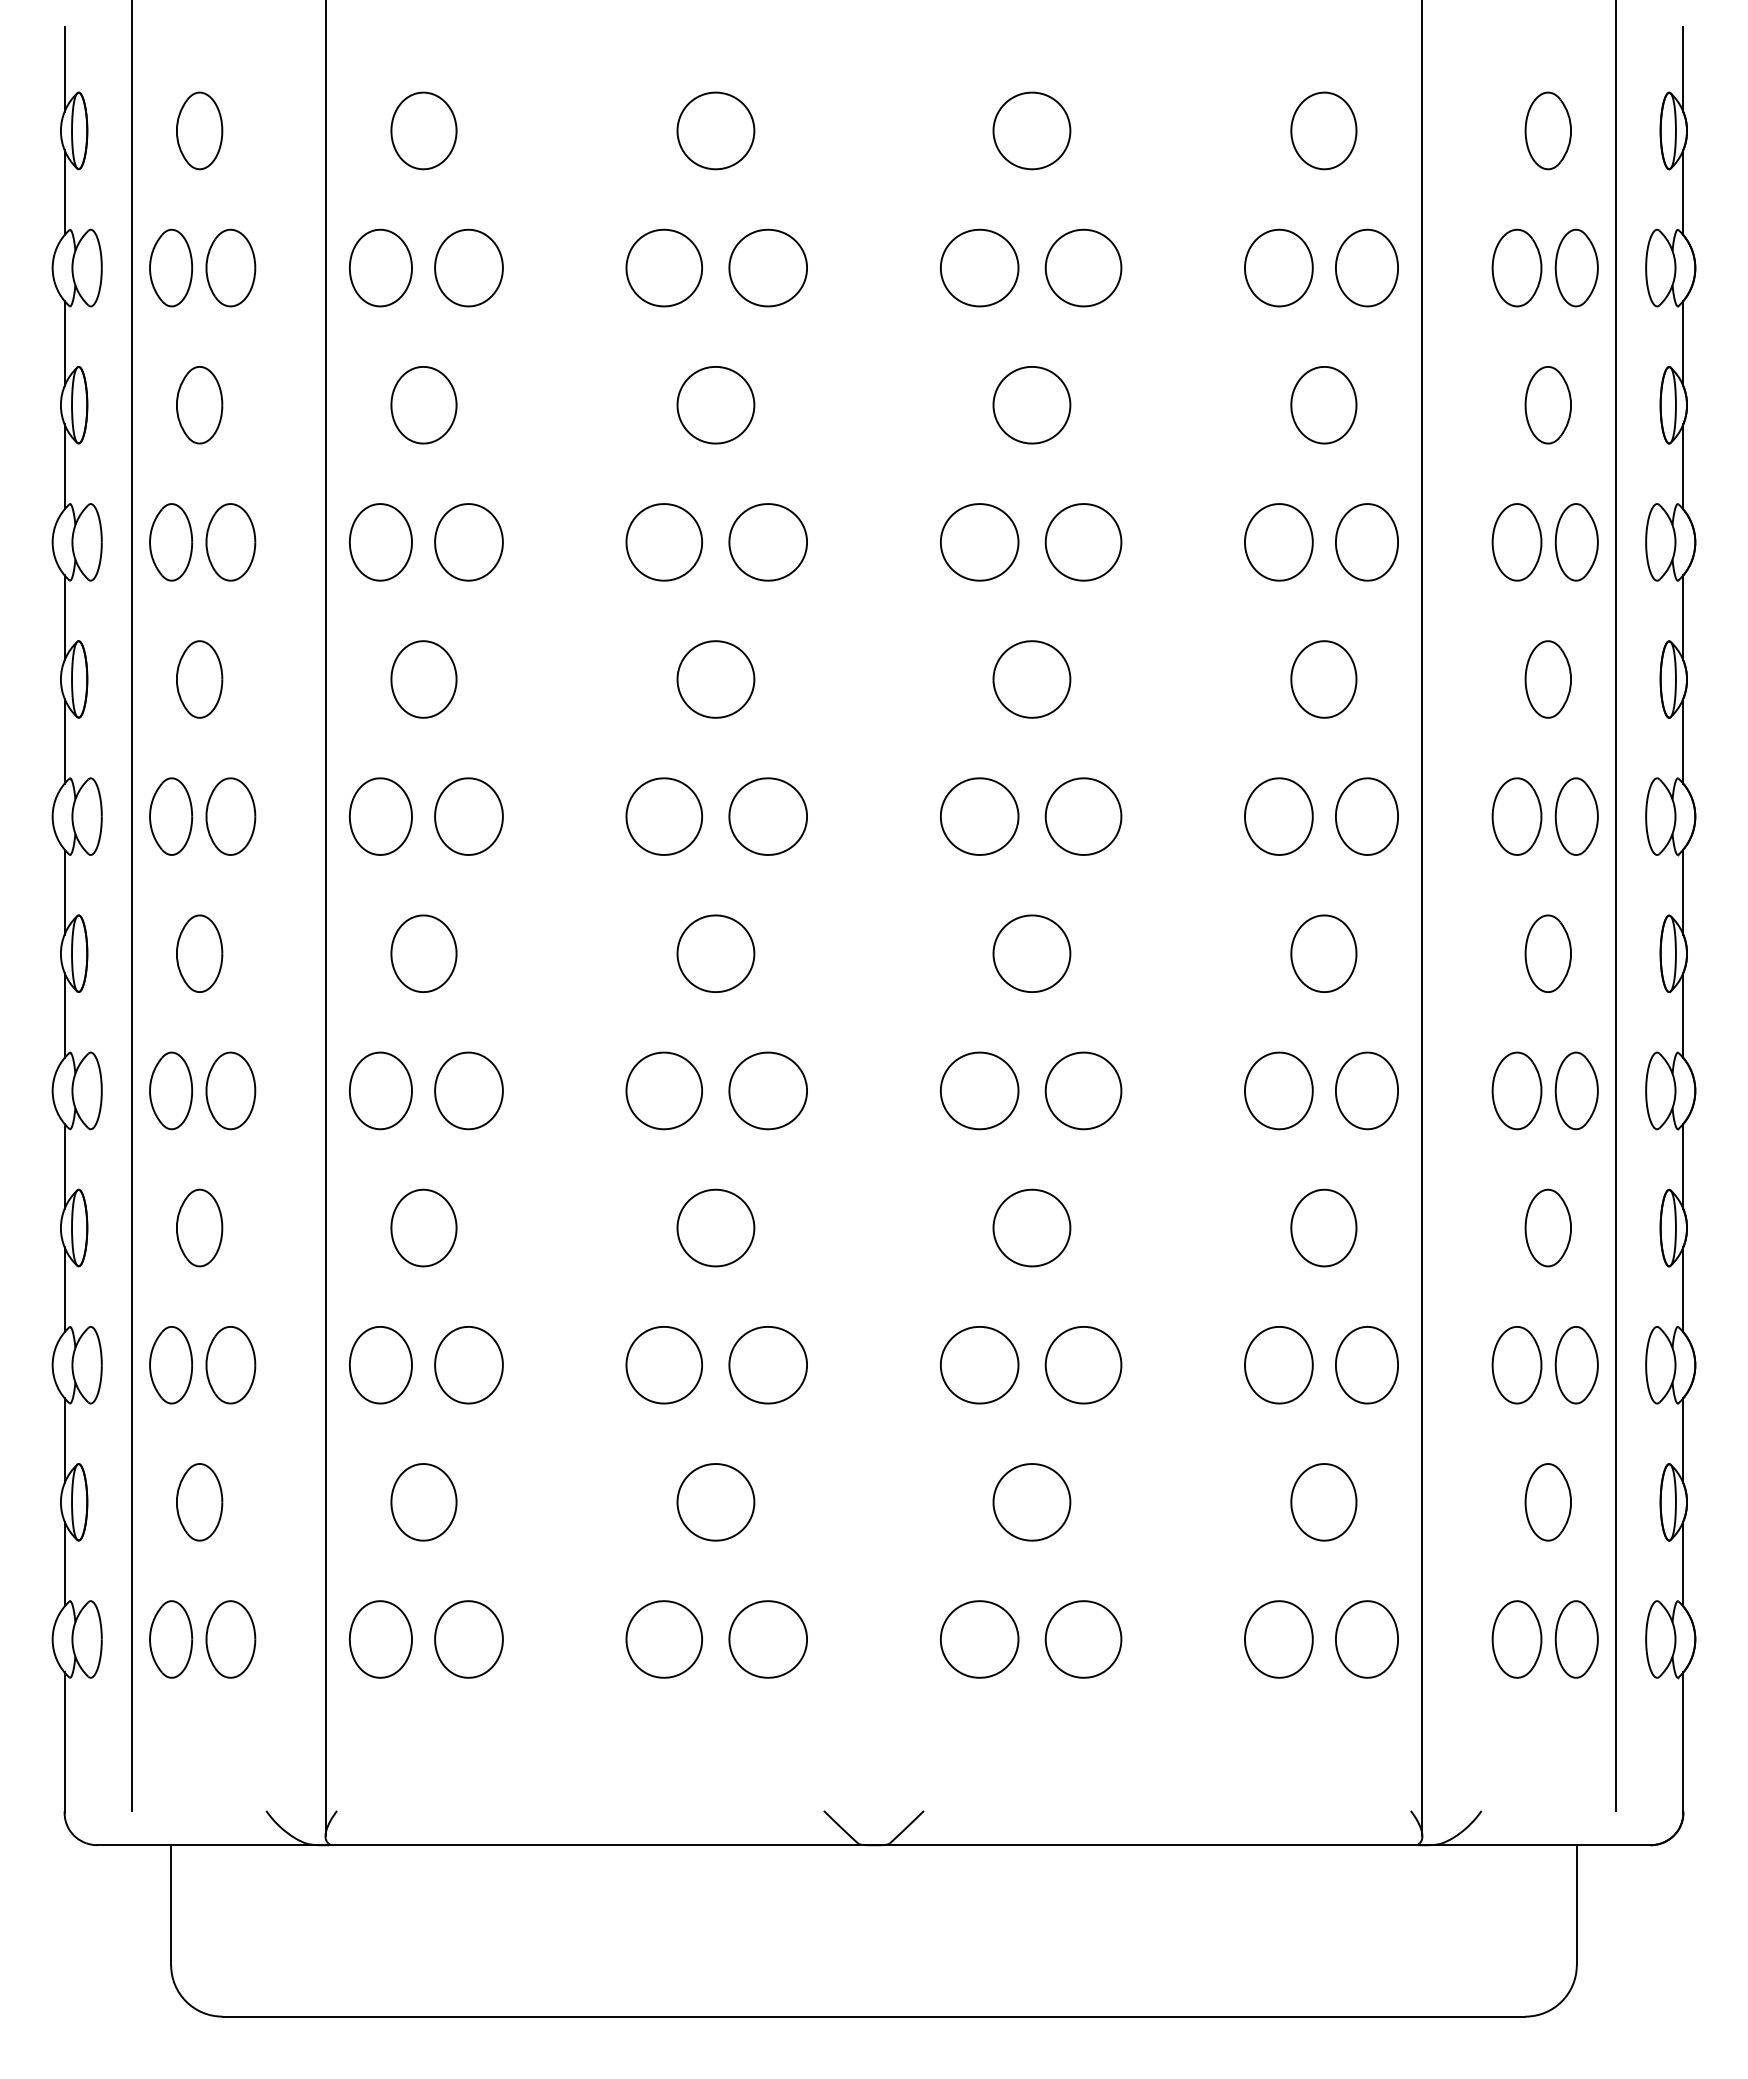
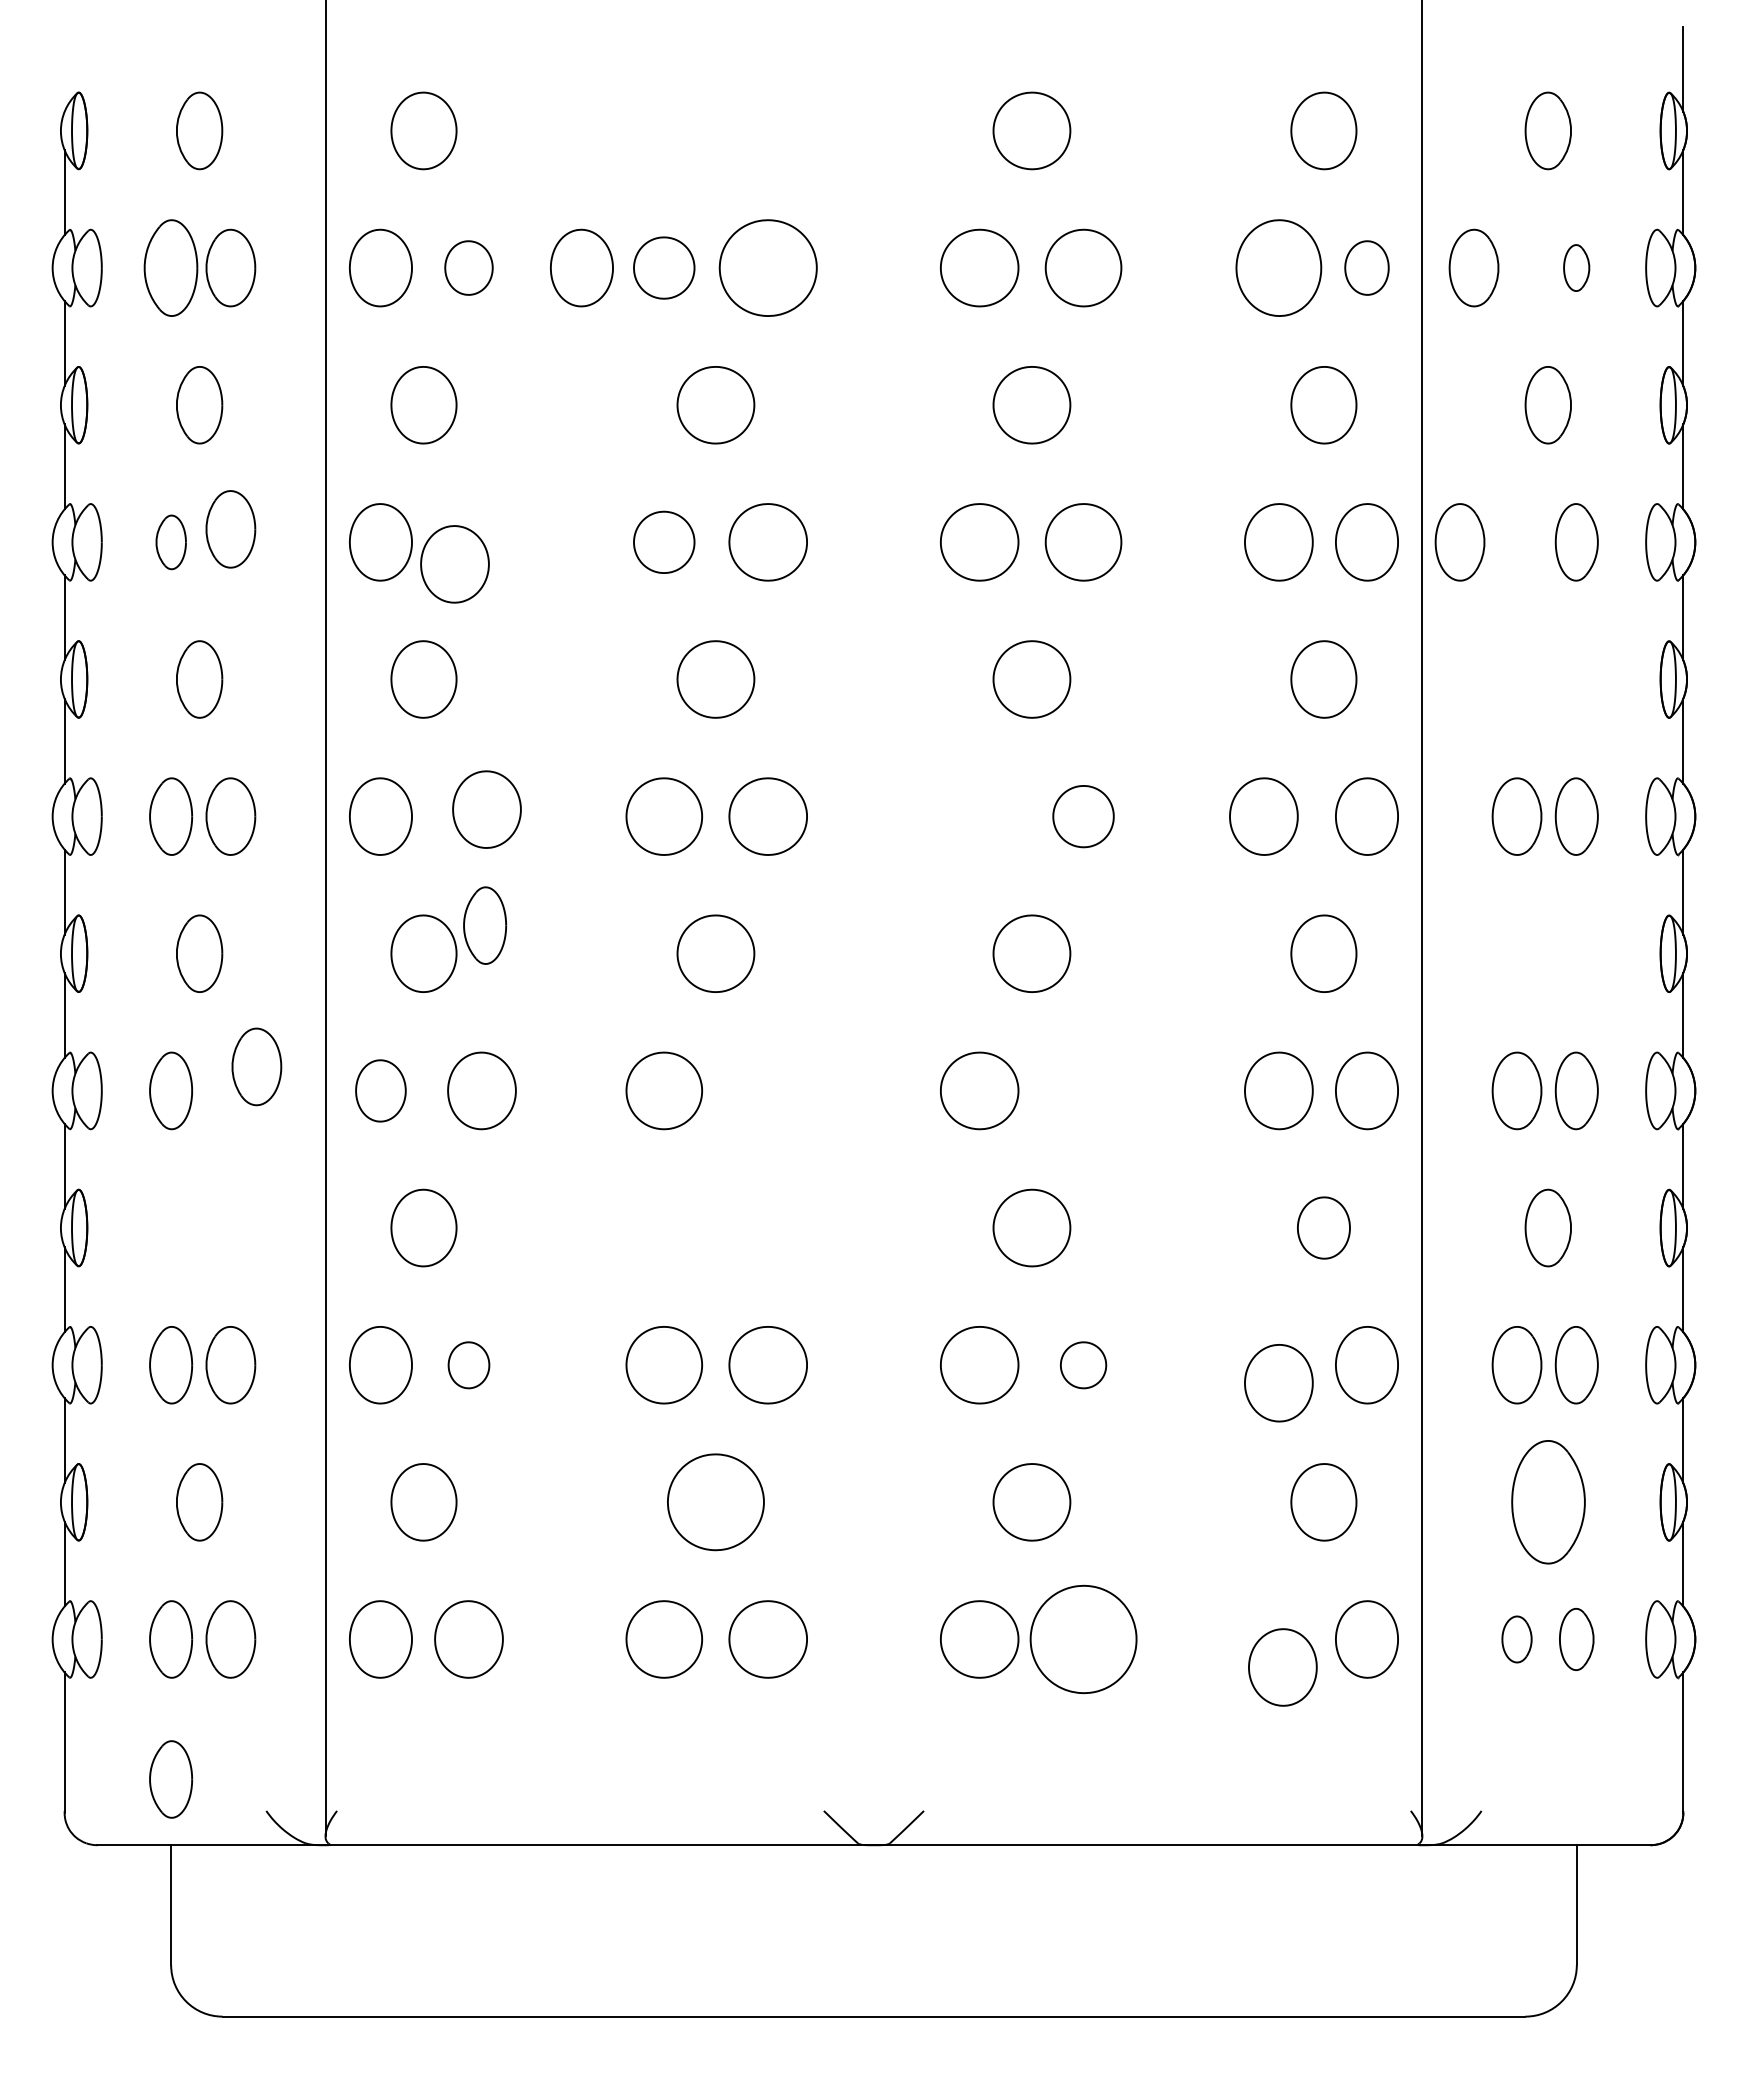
line at (64, 68): present -> none
part at (715, 130): present -> none
part at (171, 267) size: 45x80 px -> 56x98 px
part at (468, 267) size: 70x80 px -> 50x56 px
part at (581, 267): none -> present
part at (663, 267) size: 78x80 px -> 63x64 px
part at (767, 267) size: 80x80 px -> 100x98 px
part at (1278, 267) size: 70x80 px -> 88x98 px
part at (1366, 267) size: 64x80 px -> 46x56 px
part at (1516, 267) position: (1516, 267) -> (1473, 267)
part at (1576, 267) size: 45x80 px -> 28x48 px
part at (171, 542) size: 45x79 px -> 32x57 px
part at (230, 542) position: (230, 542) -> (230, 529)
part at (468, 542) position: (468, 542) -> (454, 564)
part at (663, 542) size: 78x79 px -> 63x64 px
part at (1516, 542) position: (1516, 542) -> (1459, 542)
part at (1547, 679): present -> none
part at (468, 816) position: (468, 816) -> (486, 809)
part at (979, 816): present -> none
part at (1083, 816) size: 79x79 px -> 63x64 px
part at (1278, 816) position: (1278, 816) -> (1263, 816)
line at (131, 906): present -> none
line at (1616, 906): present -> none
part at (485, 925): none -> present
part at (1547, 953): present -> none
part at (230, 1090) position: (230, 1090) -> (256, 1066)
part at (380, 1090) size: 64x80 px -> 52x64 px
part at (468, 1090) position: (468, 1090) -> (481, 1090)
part at (767, 1090): present -> none
part at (1083, 1090): present -> none
part at (199, 1227): present -> none
part at (715, 1227): present -> none
part at (1323, 1227) size: 68x80 px -> 54x64 px
part at (468, 1365) size: 70x79 px -> 44x49 px
part at (1083, 1365) size: 79x79 px -> 48x49 px
part at (1278, 1365) position: (1278, 1365) -> (1278, 1383)
part at (715, 1502) size: 80x79 px -> 98x99 px
part at (1547, 1502) size: 48x79 px -> 75x125 px
part at (1083, 1639) size: 79x79 px -> 109x111 px
part at (1278, 1639) position: (1278, 1639) -> (1282, 1667)
part at (1516, 1639) size: 52x79 px -> 32x49 px
part at (1576, 1639) size: 45x79 px -> 36x63 px
part at (171, 1779): none -> present
